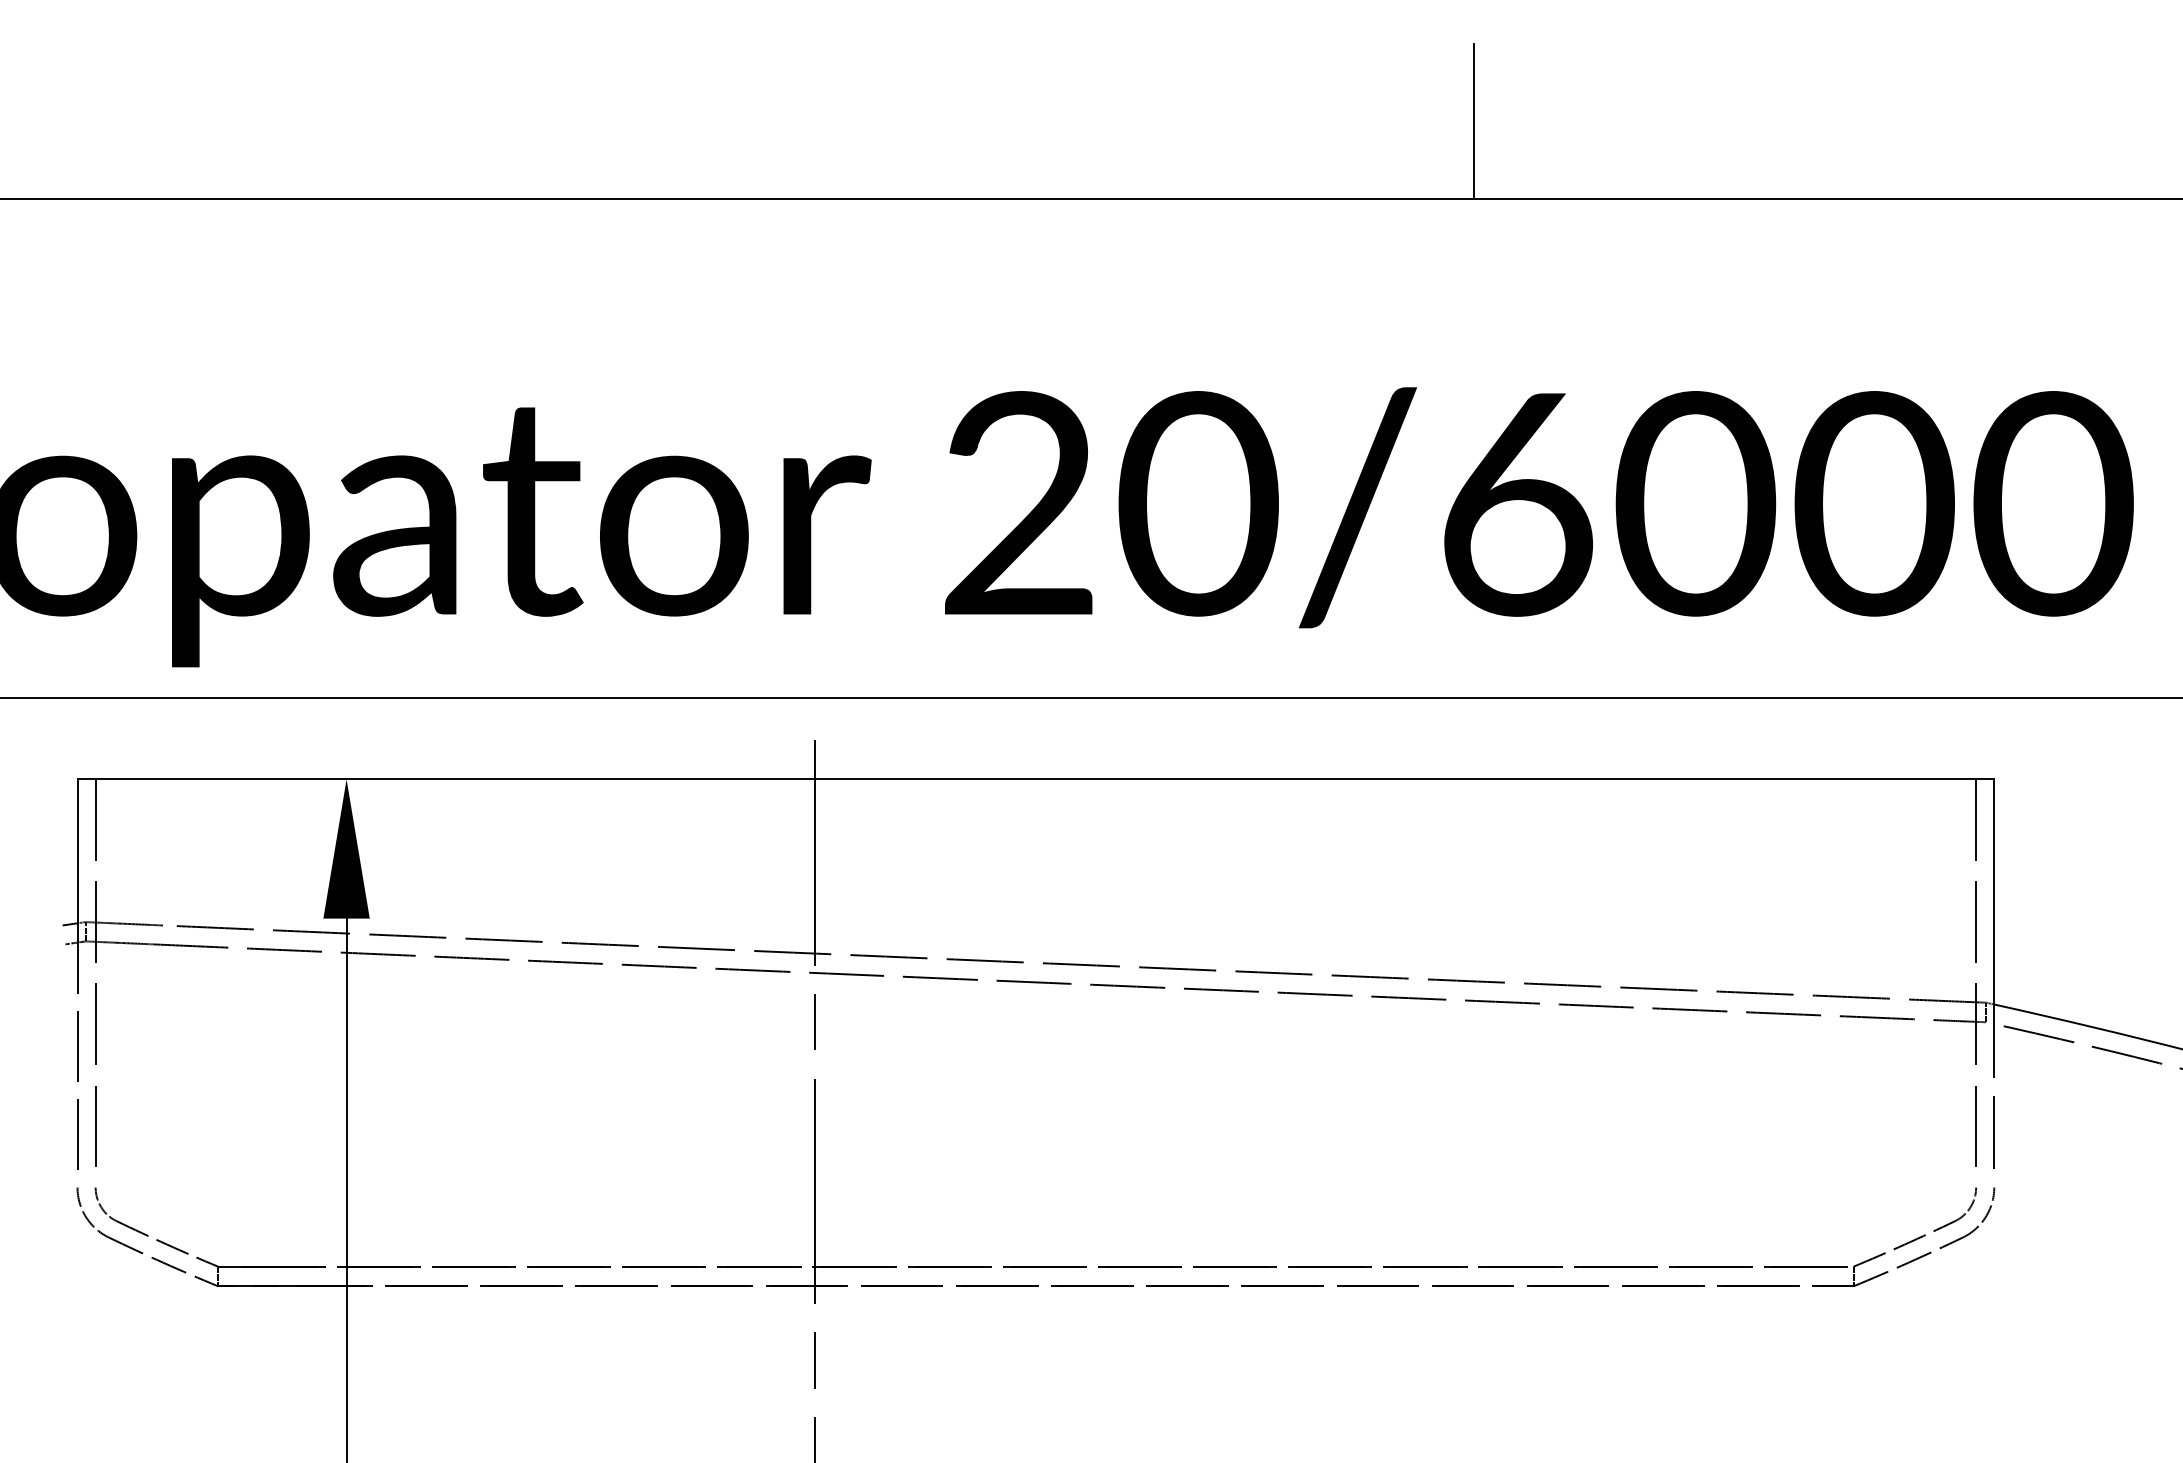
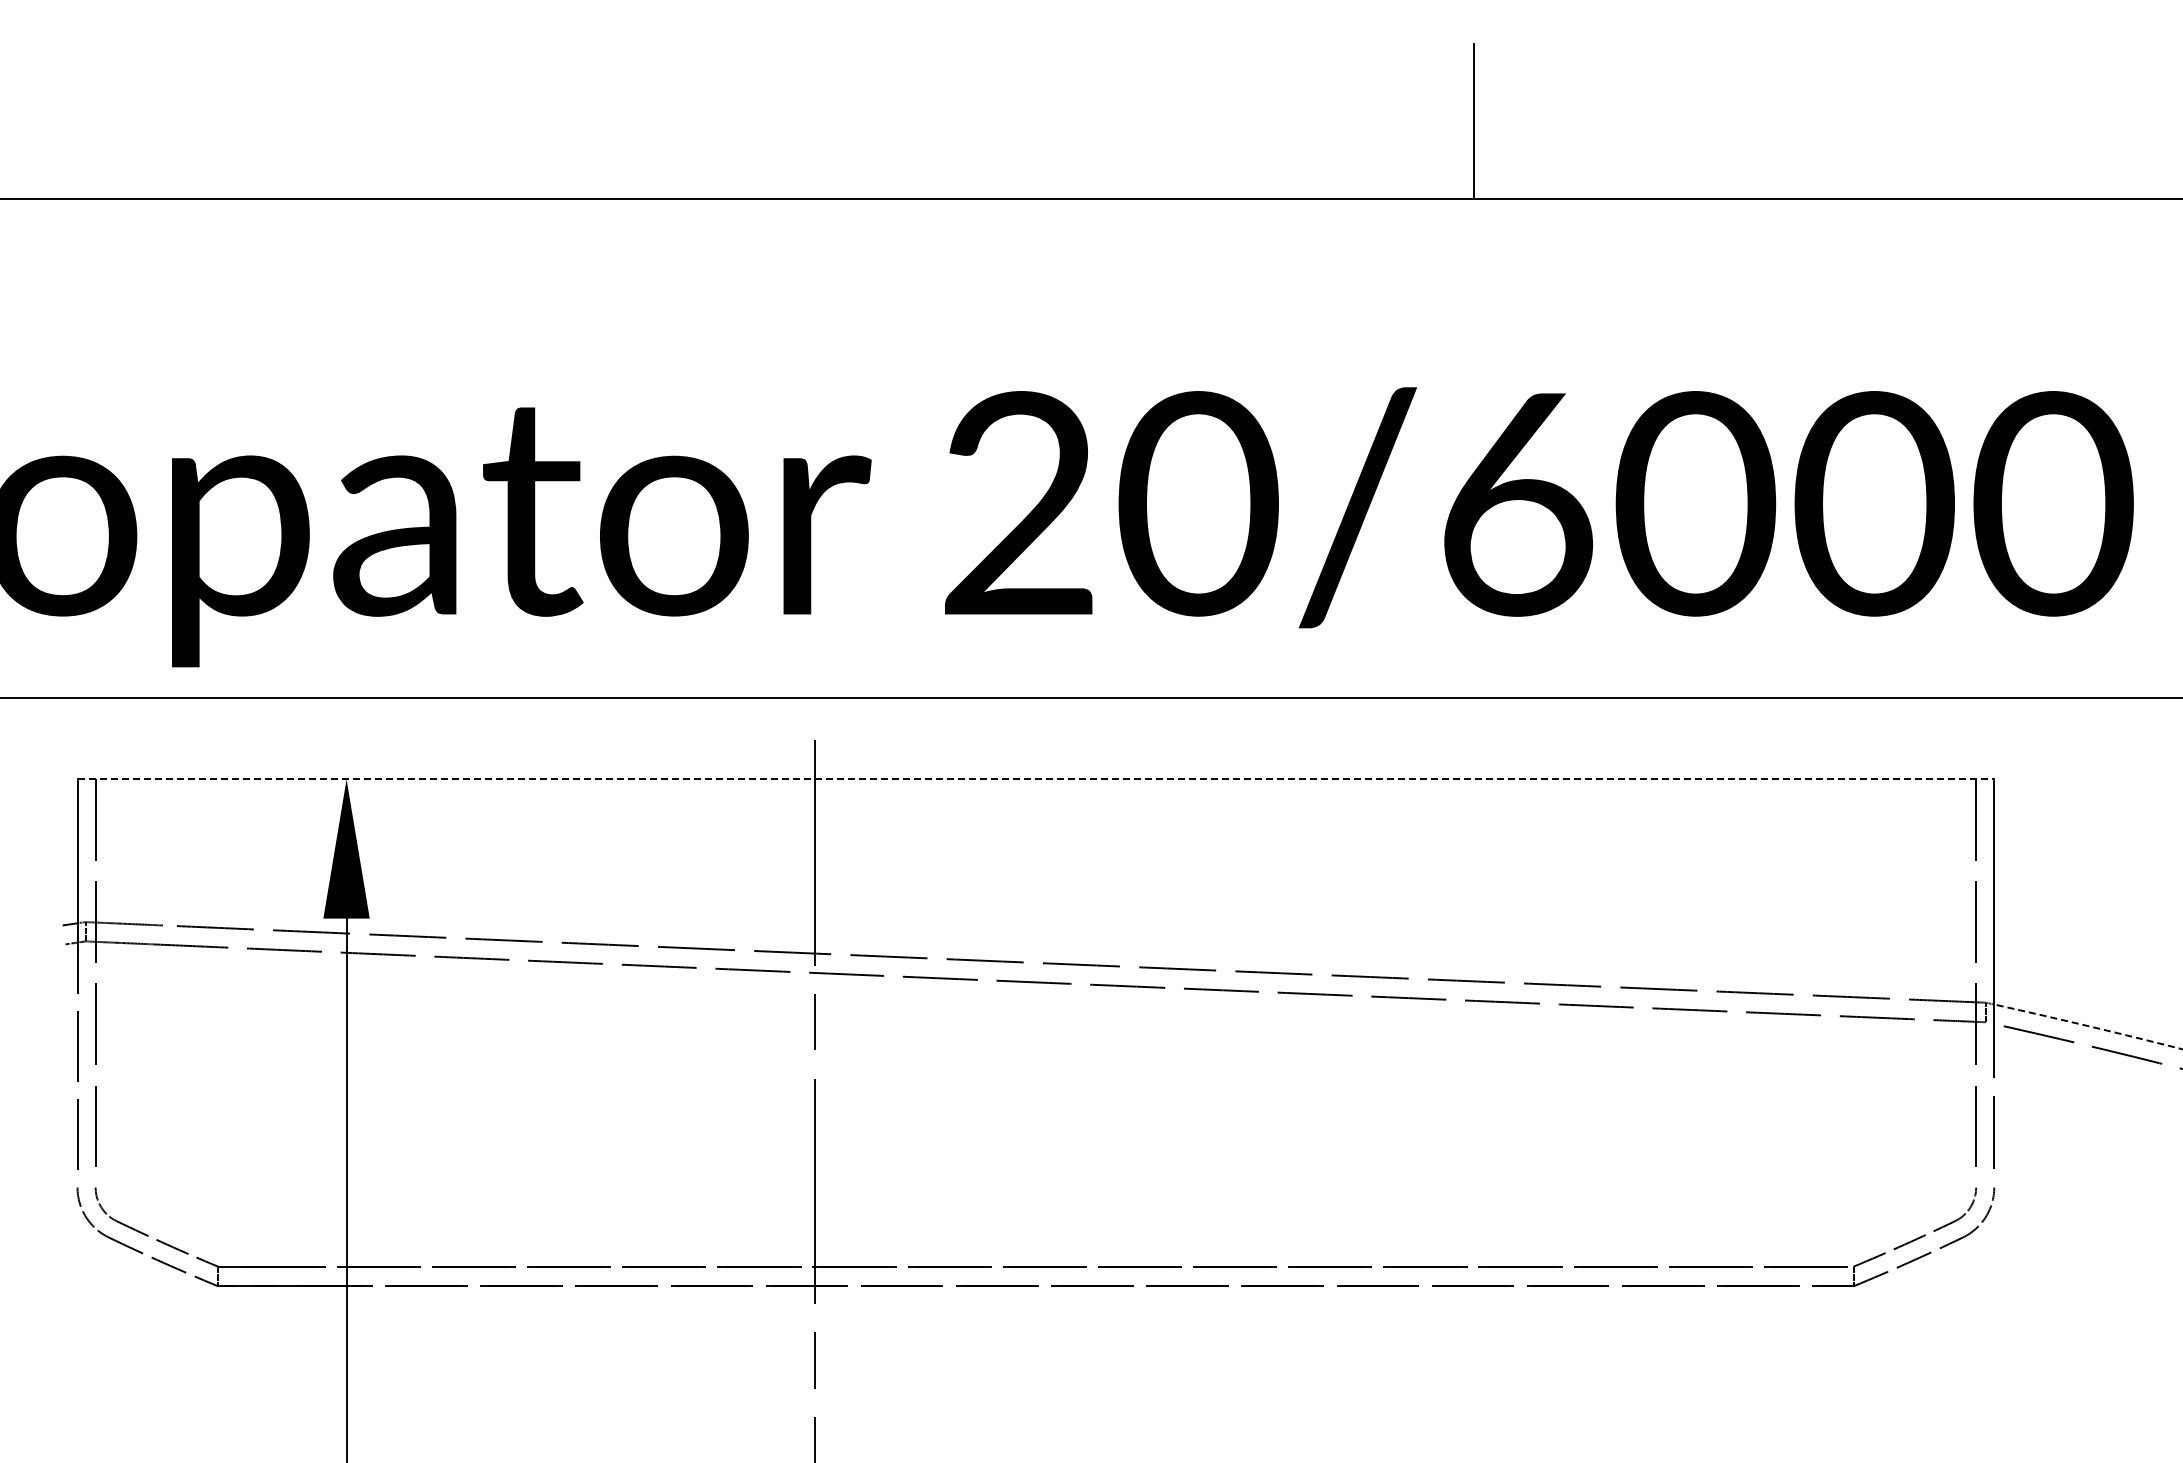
line at (1036, 779): solid -> dashed
arc at (2088, 1026): solid -> dashed
